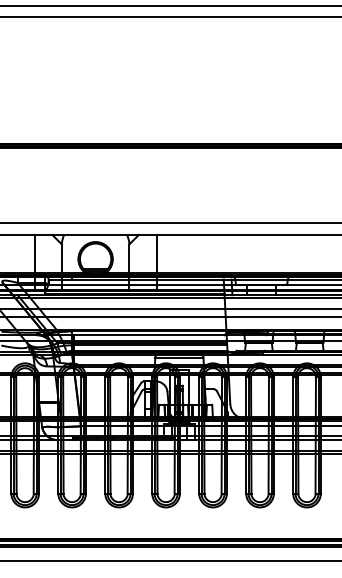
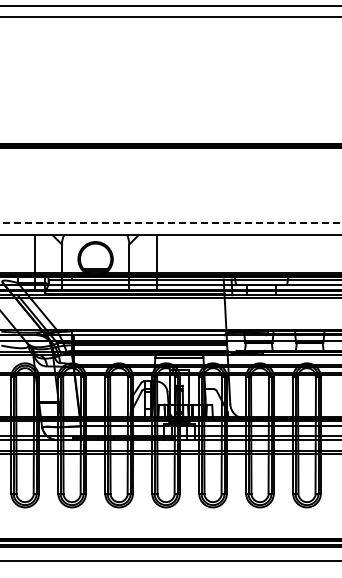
line at (171, 223): solid -> dashed
line at (170, 309): present -> none
line at (170, 317): present -> none
